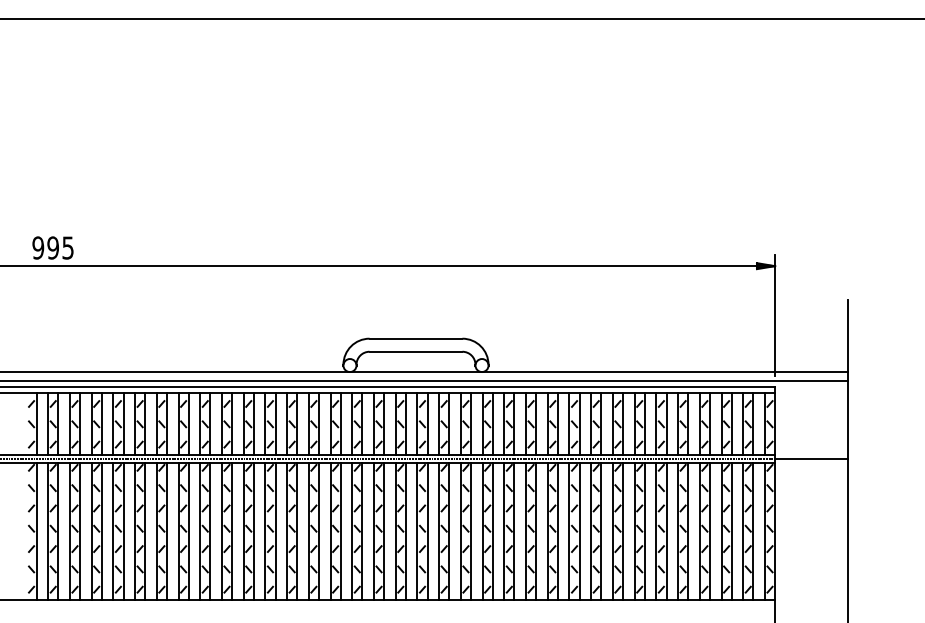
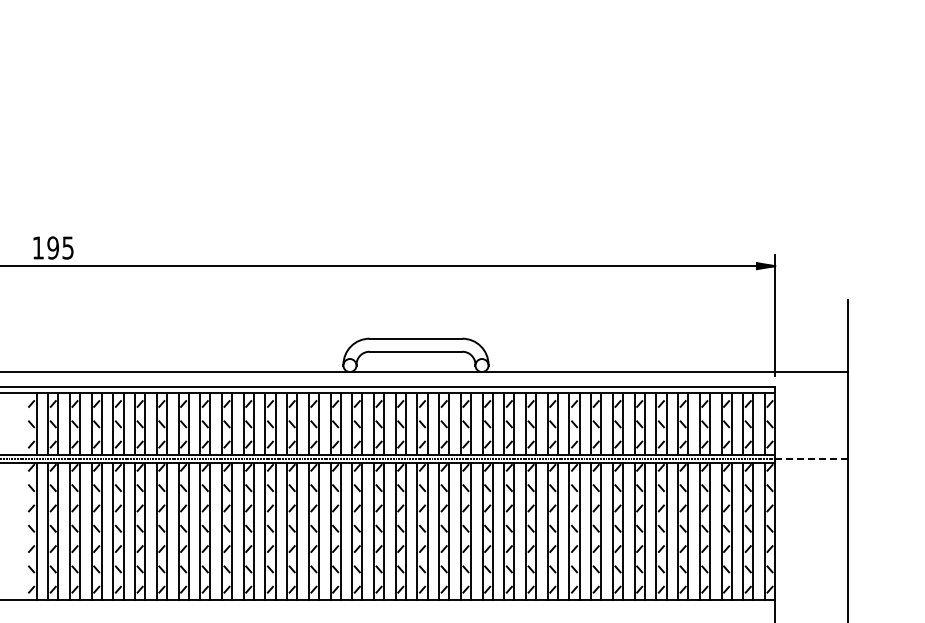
line at (461, 18): present -> none
text at (38, 247): 995 -> 195
line at (424, 380): present -> none
line at (811, 459): solid -> dashed
